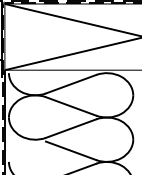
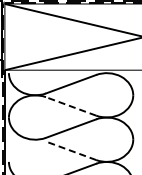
line at (71, 106): solid -> dashed
line at (71, 150): solid -> dashed
